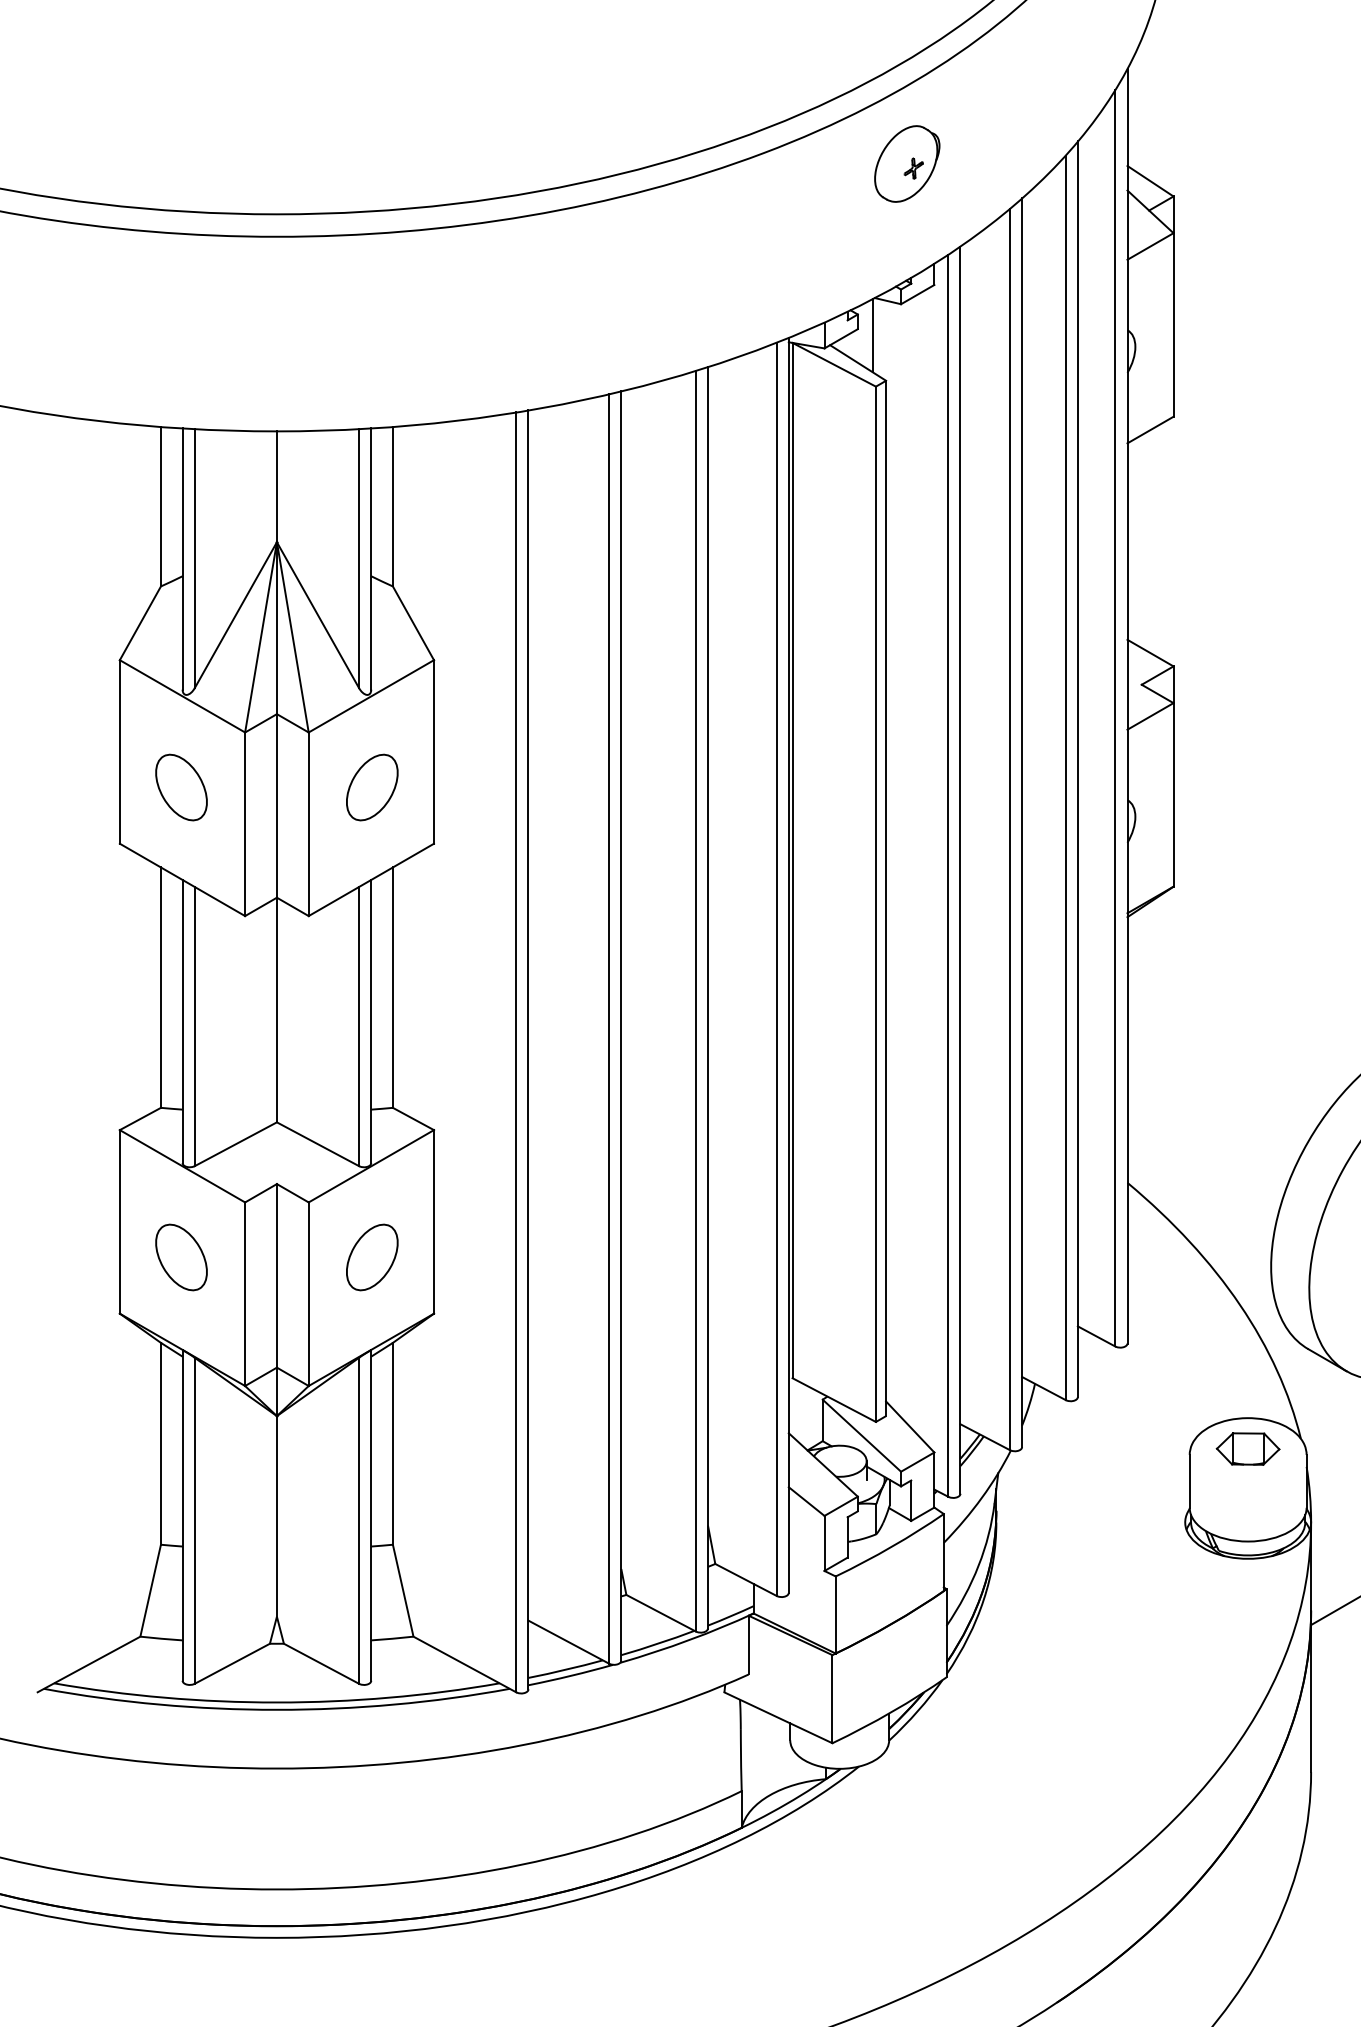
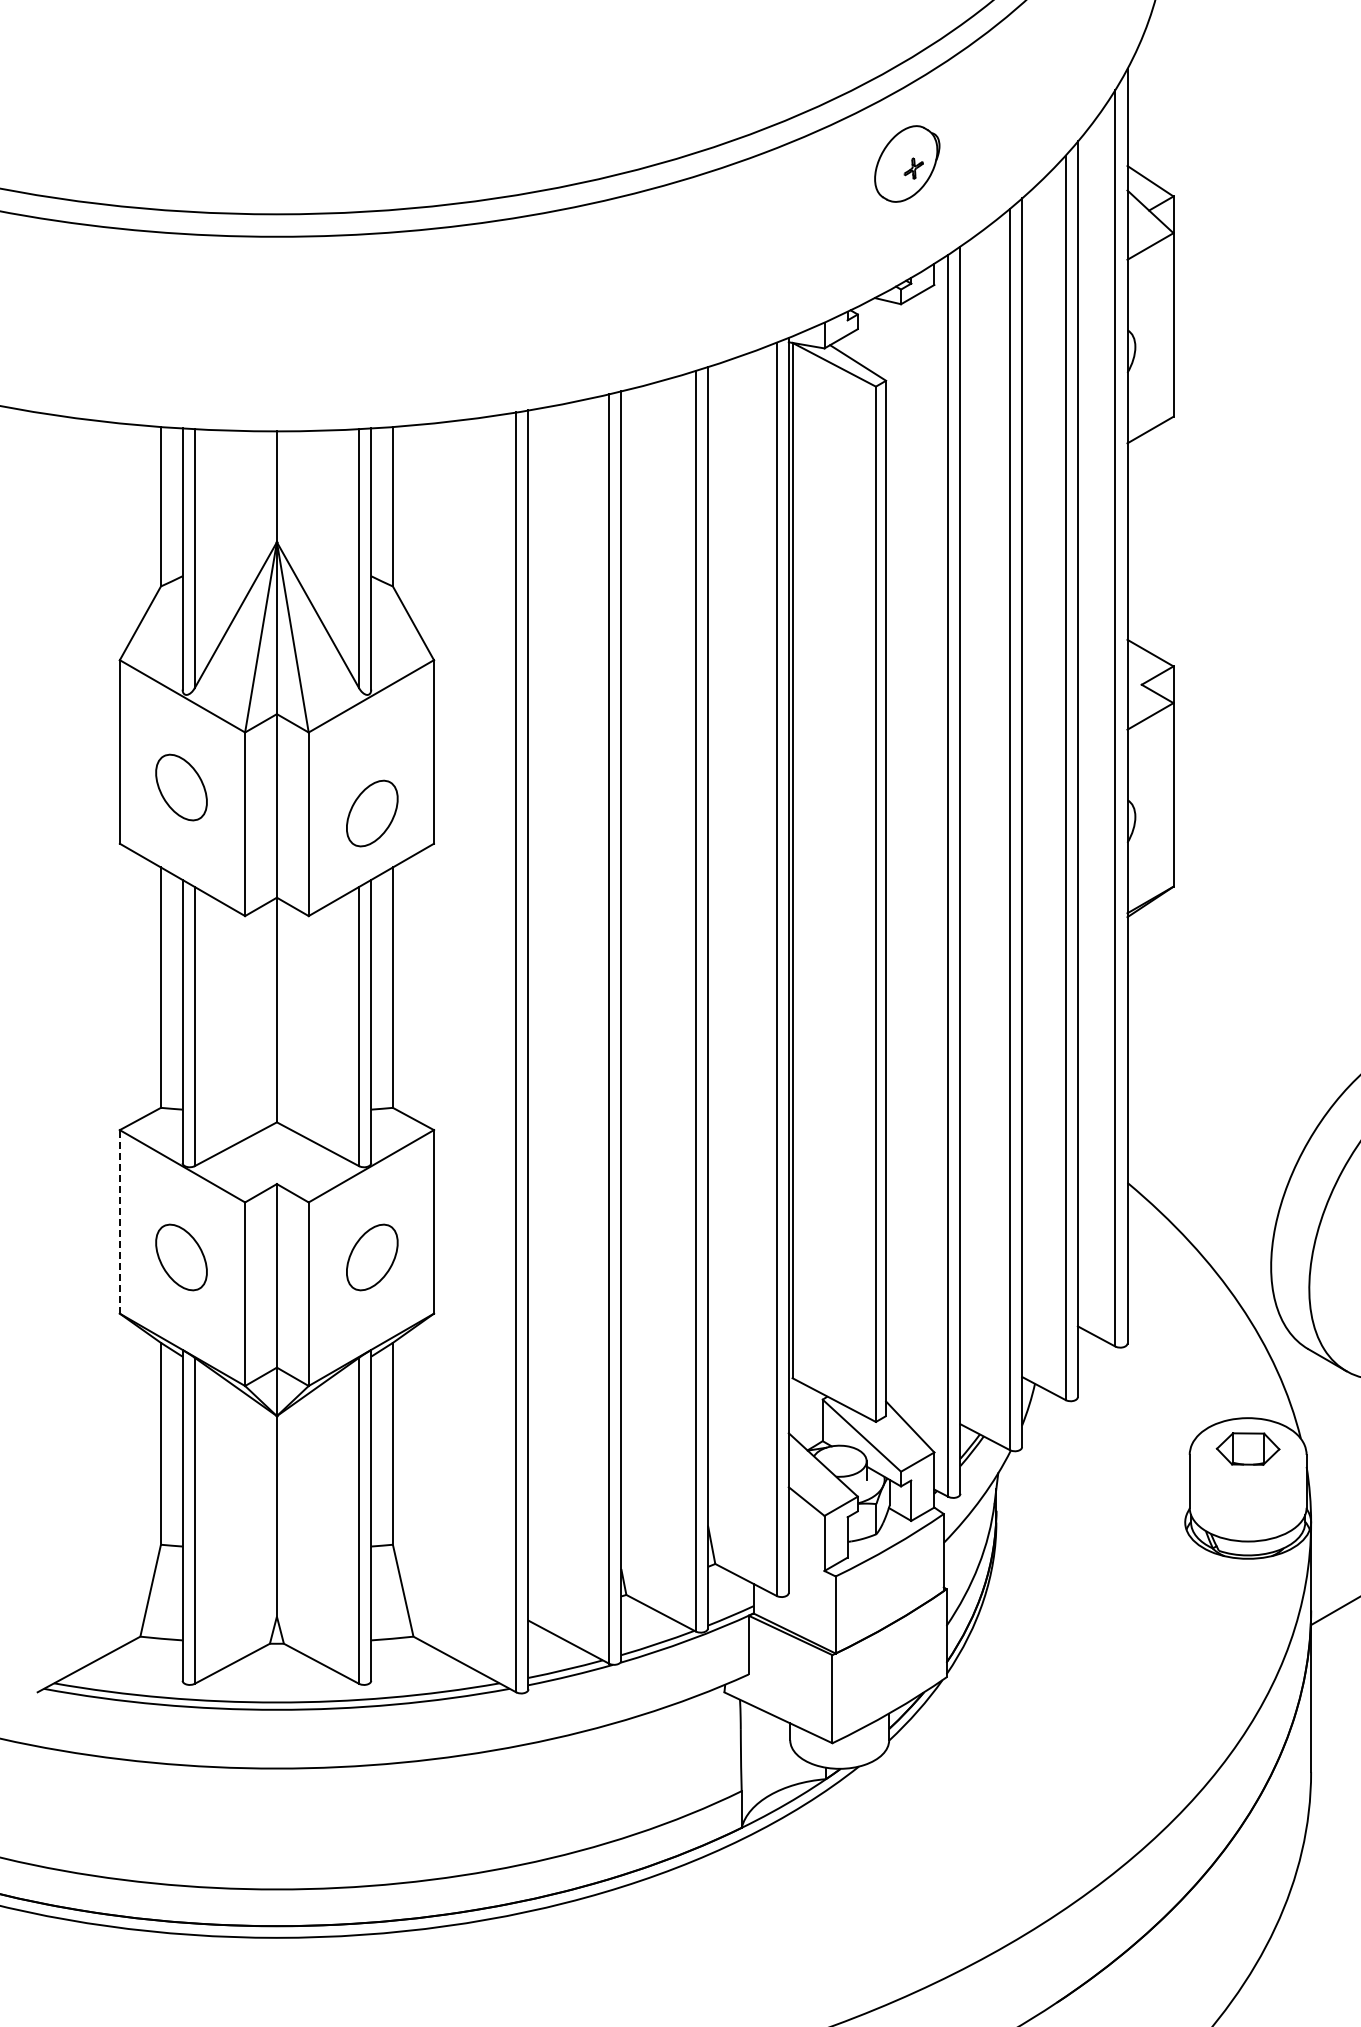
line at (872, 335): present -> none
part at (372, 787) position: (372, 787) -> (372, 813)
line at (119, 1221): solid -> dashed
